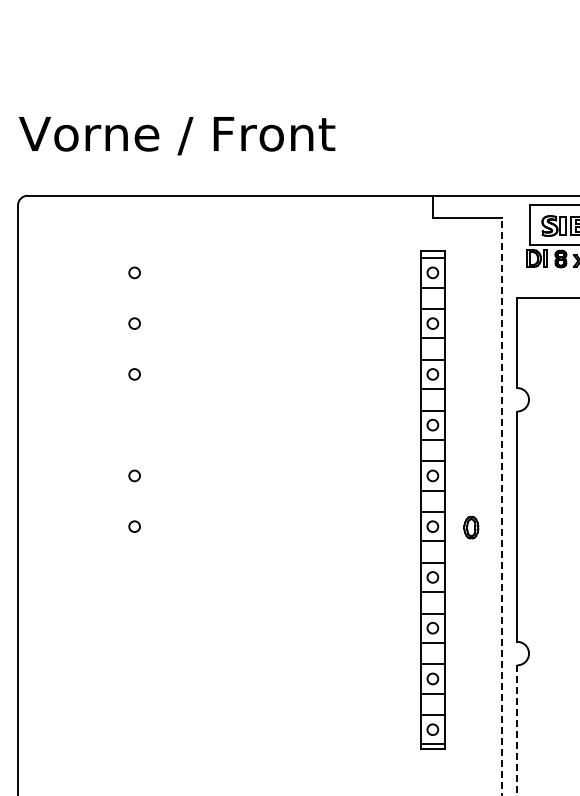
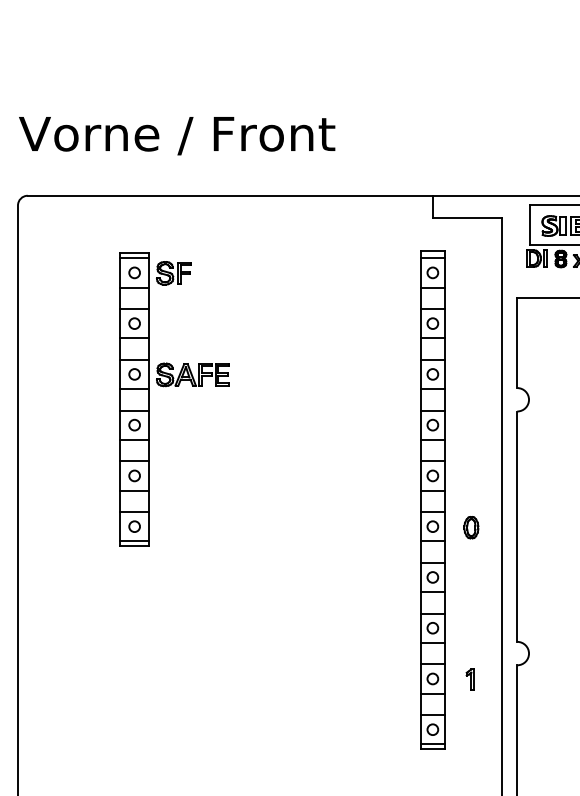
part at (174, 386): none -> present
line at (502, 507): dashed -> solid
part at (469, 679): none -> present
line at (517, 731): dashed -> solid
